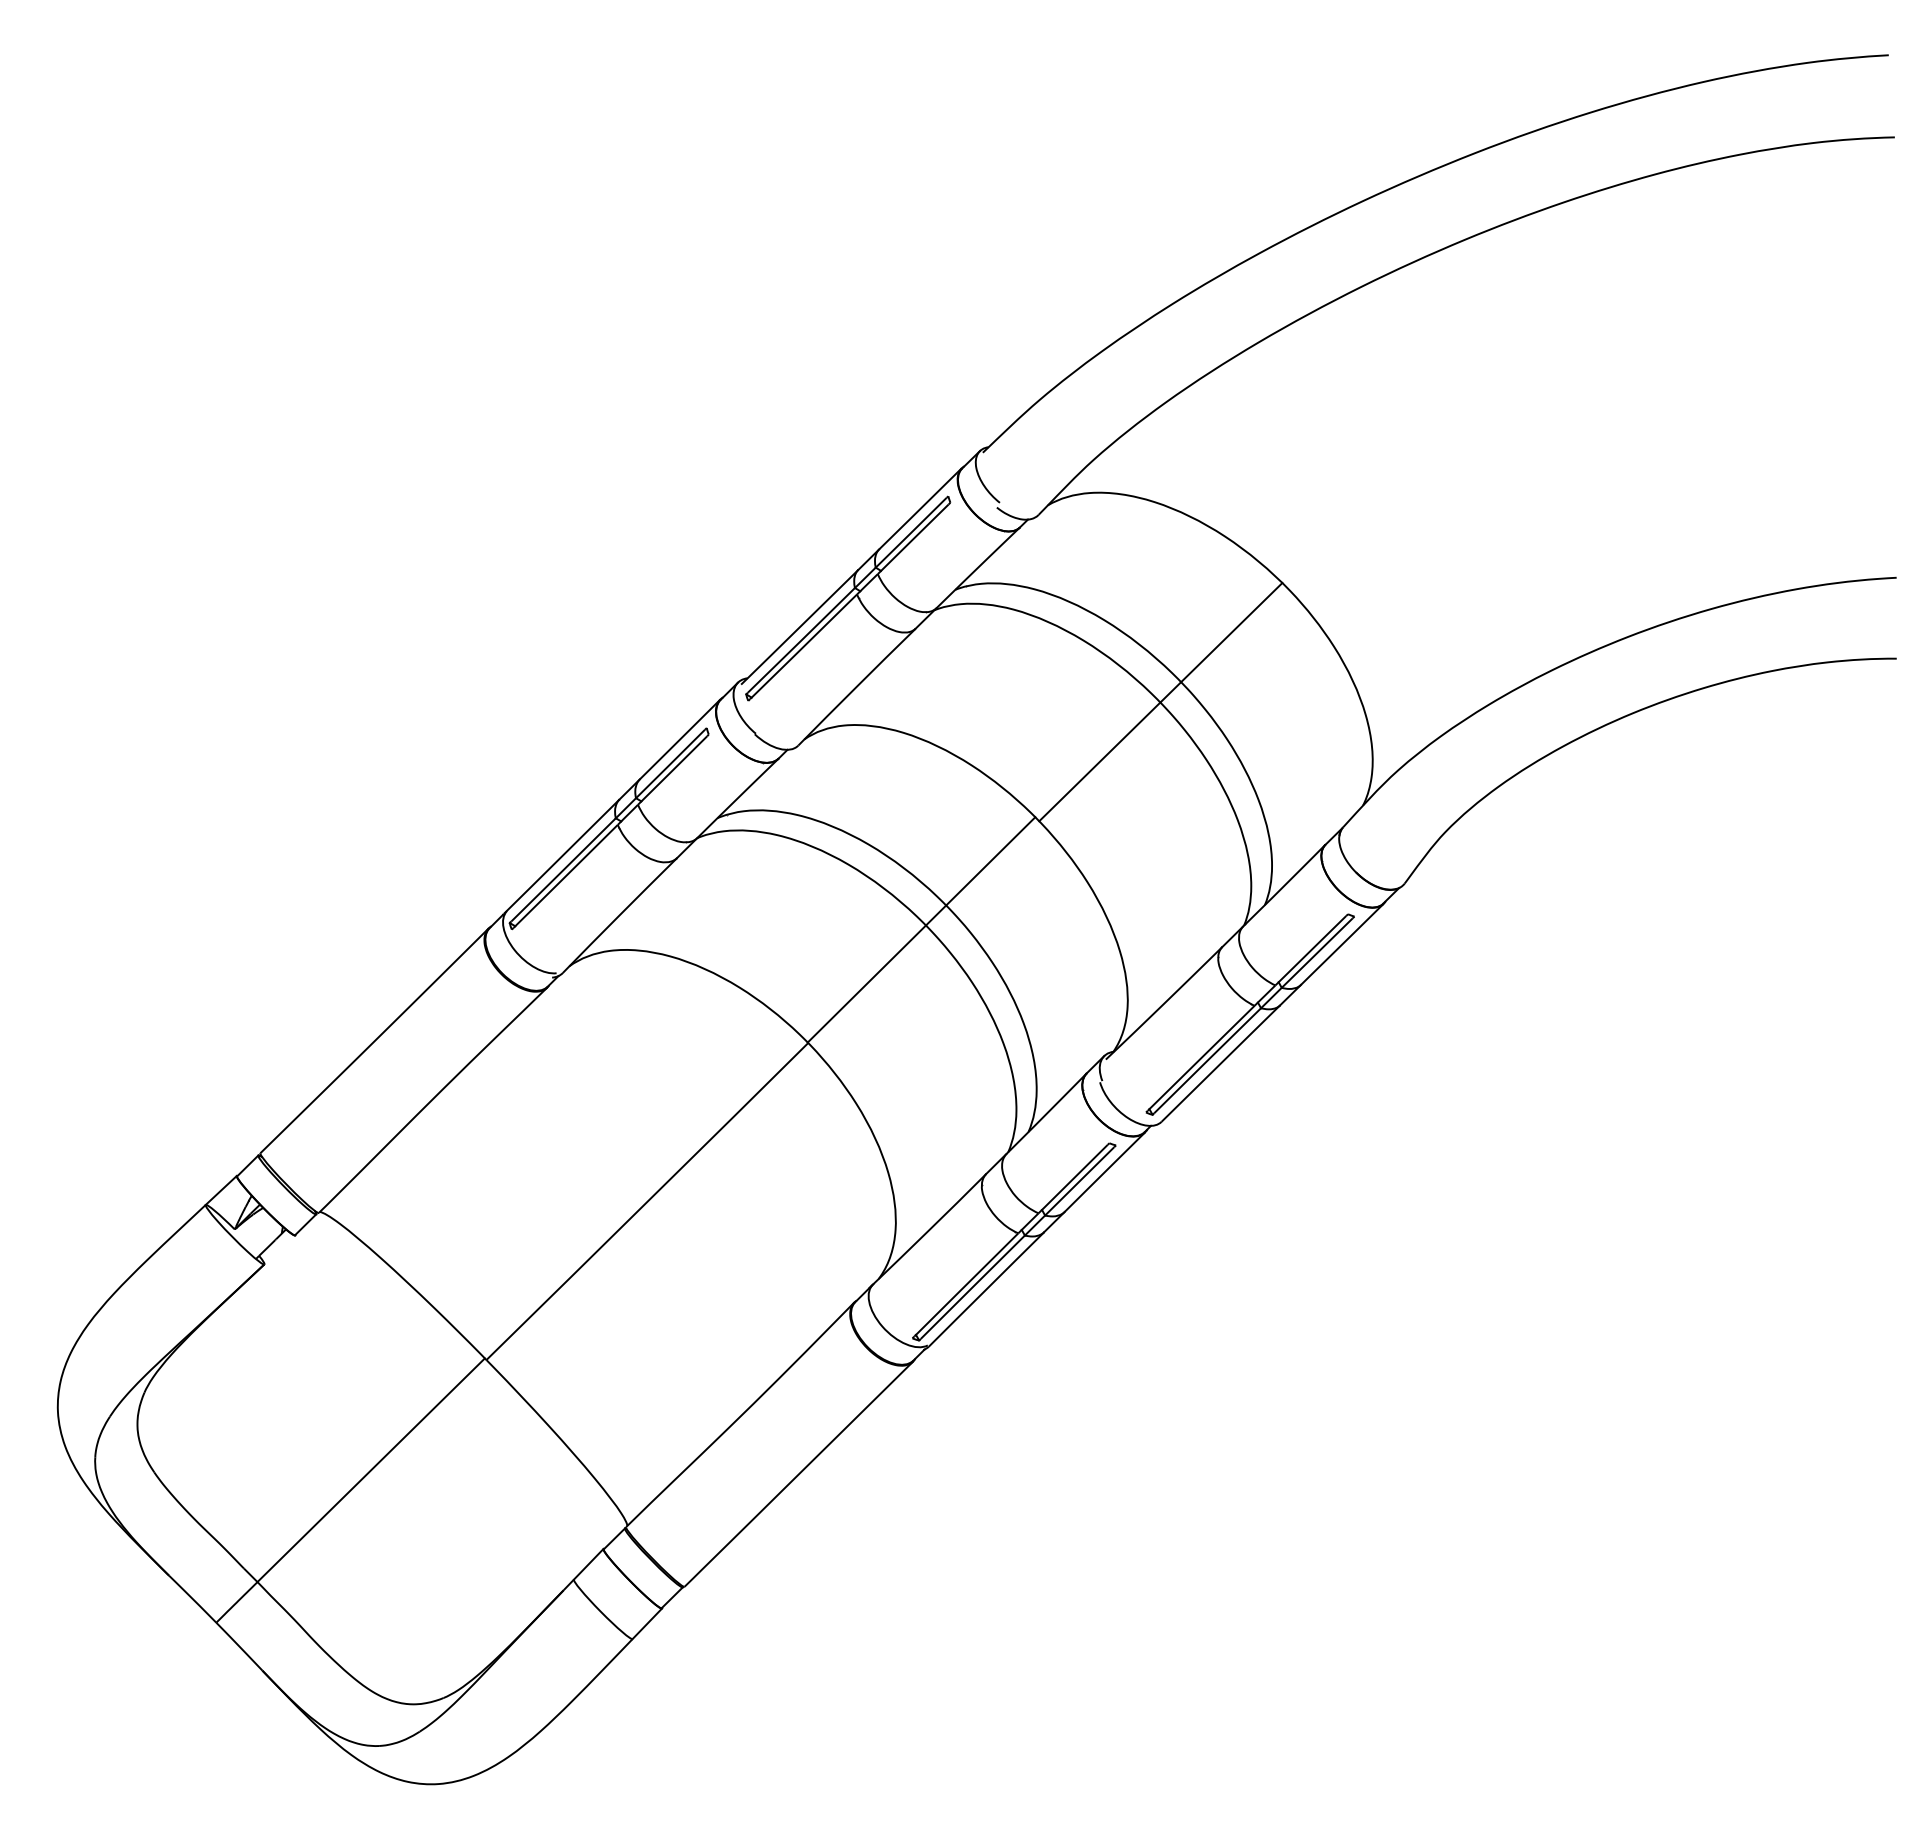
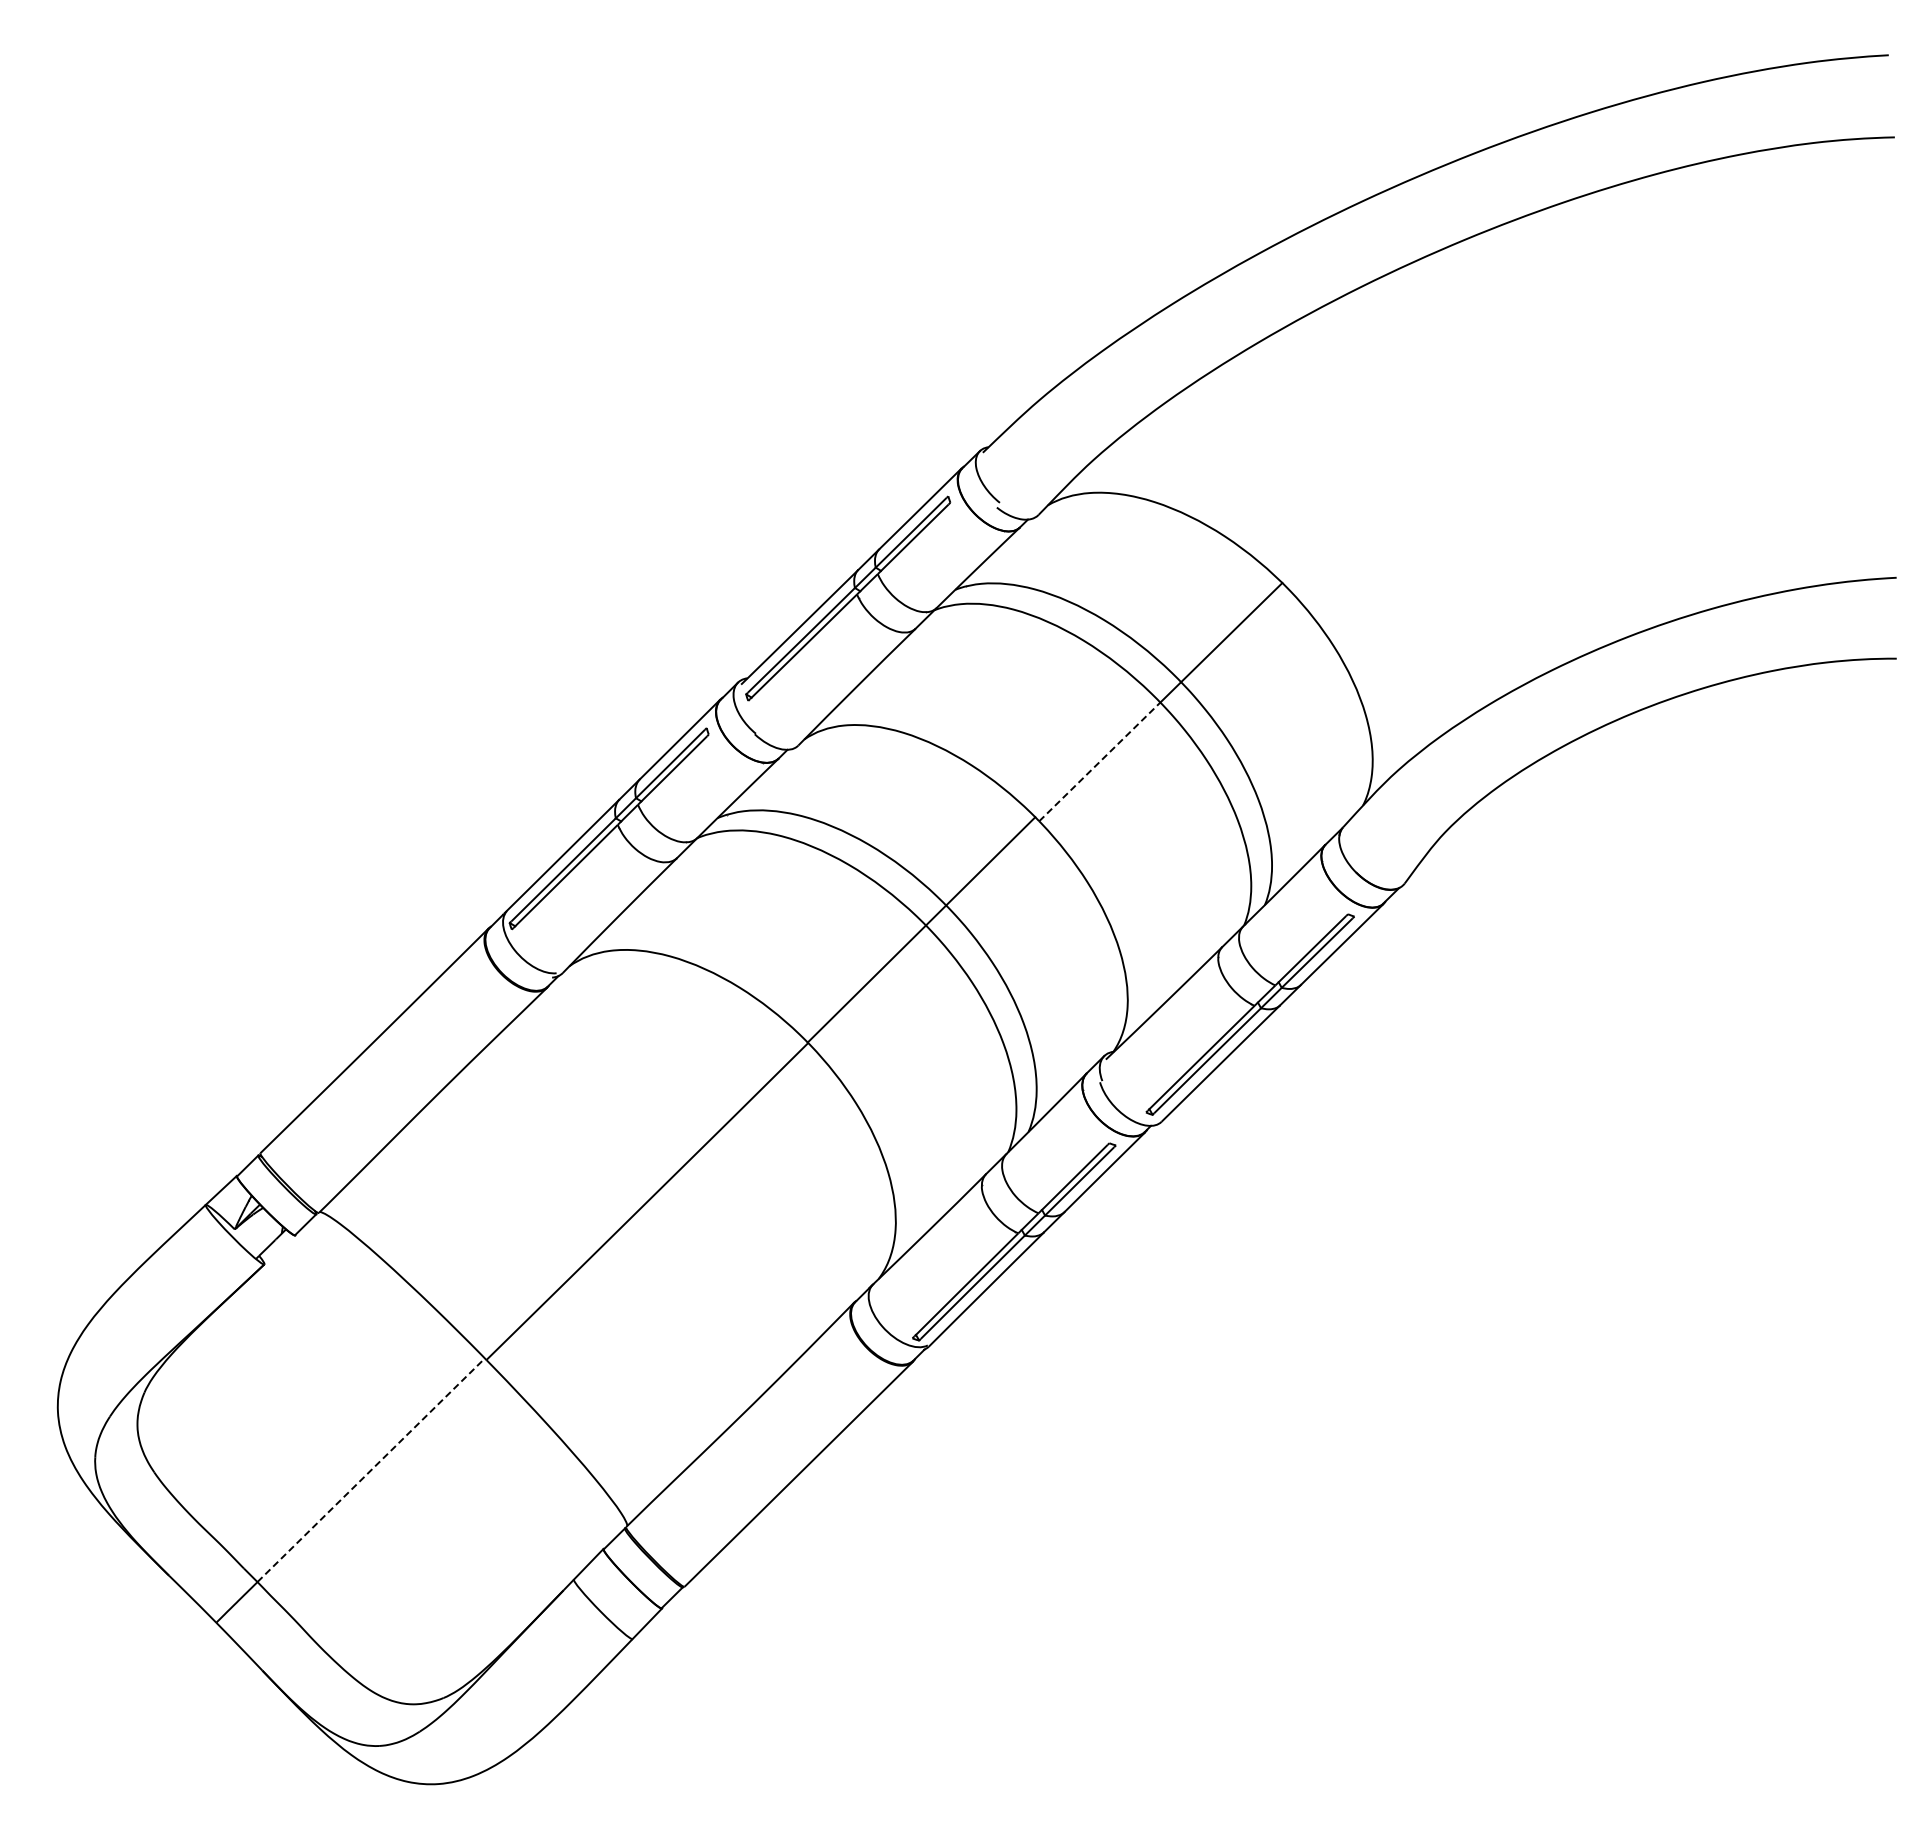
line at (1099, 761): solid -> dashed
line at (371, 1469): solid -> dashed
